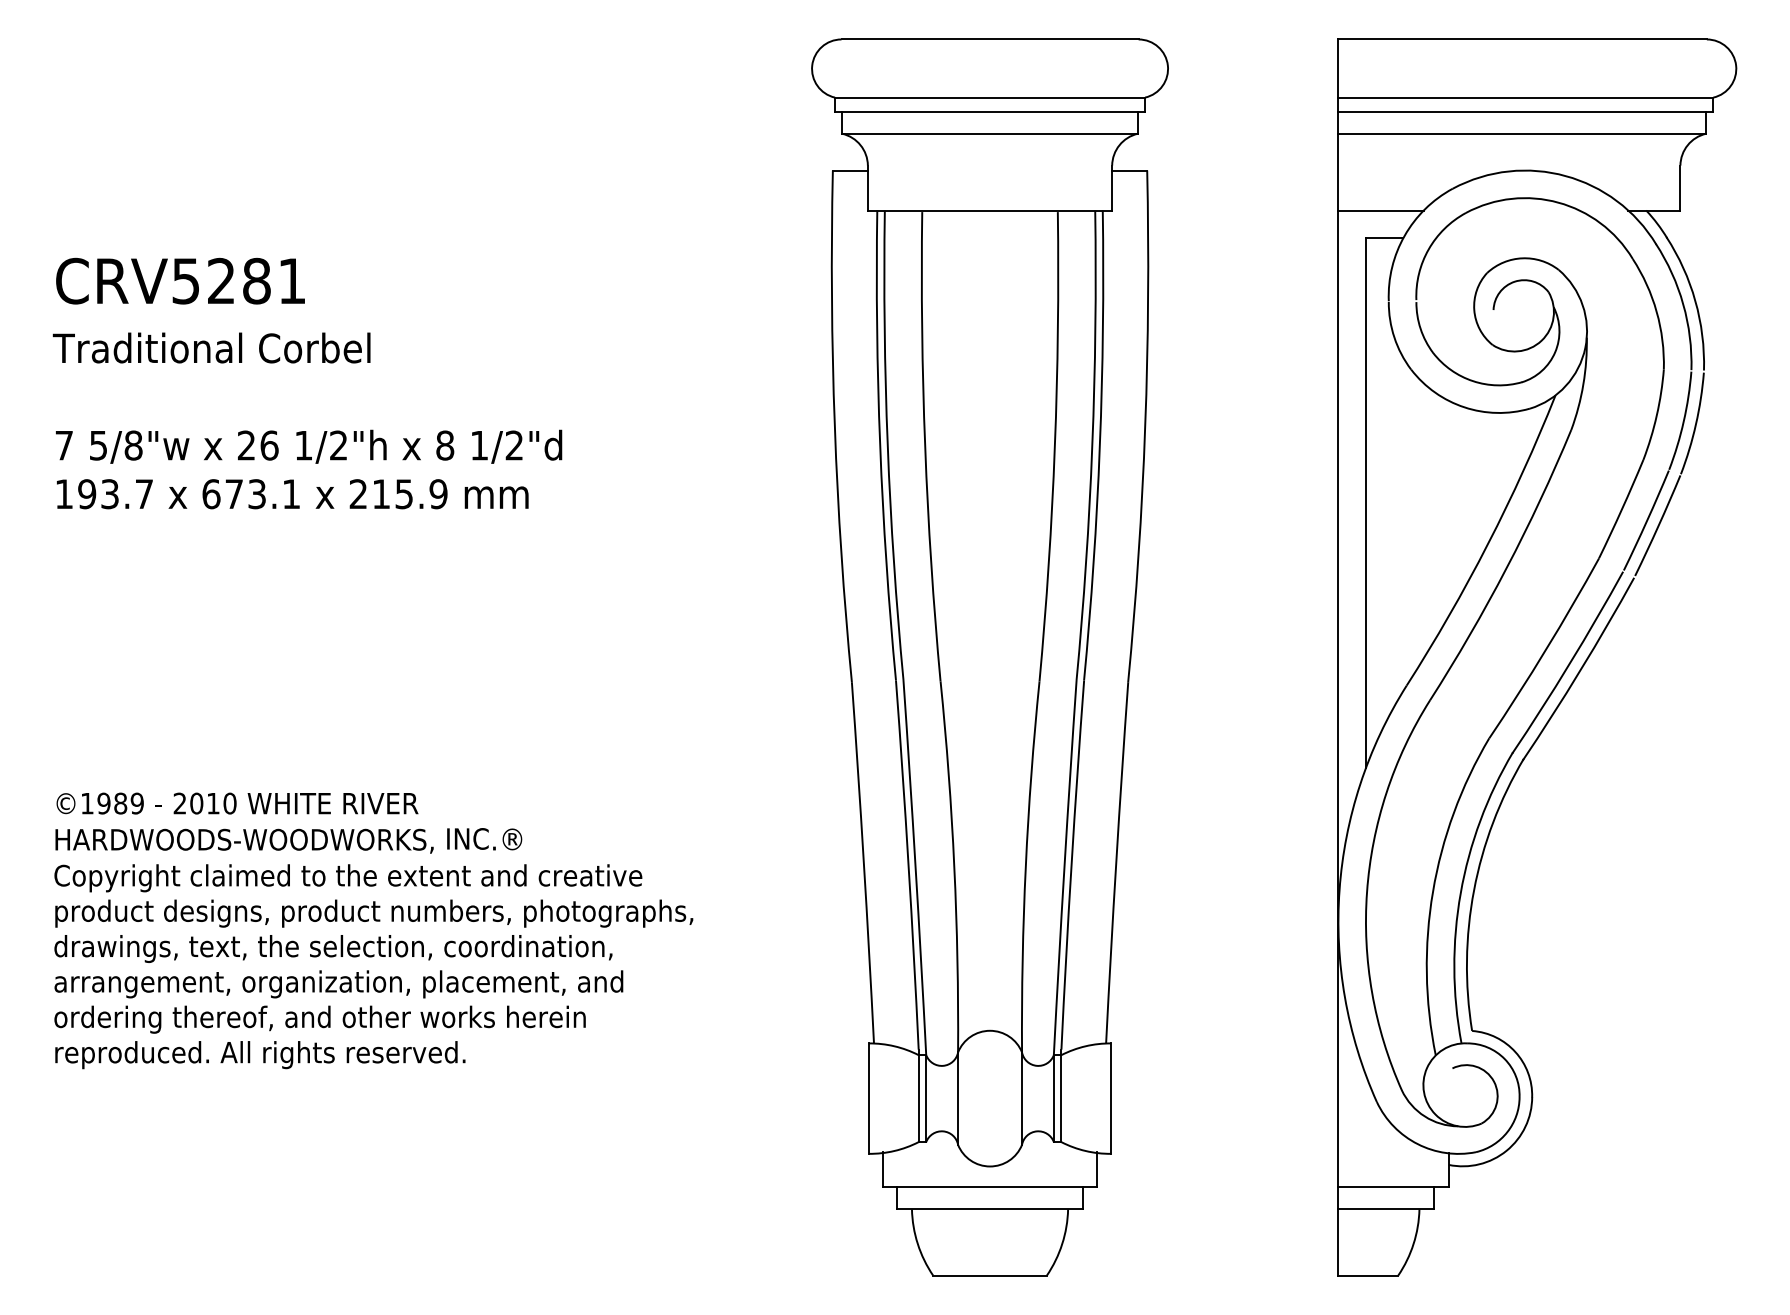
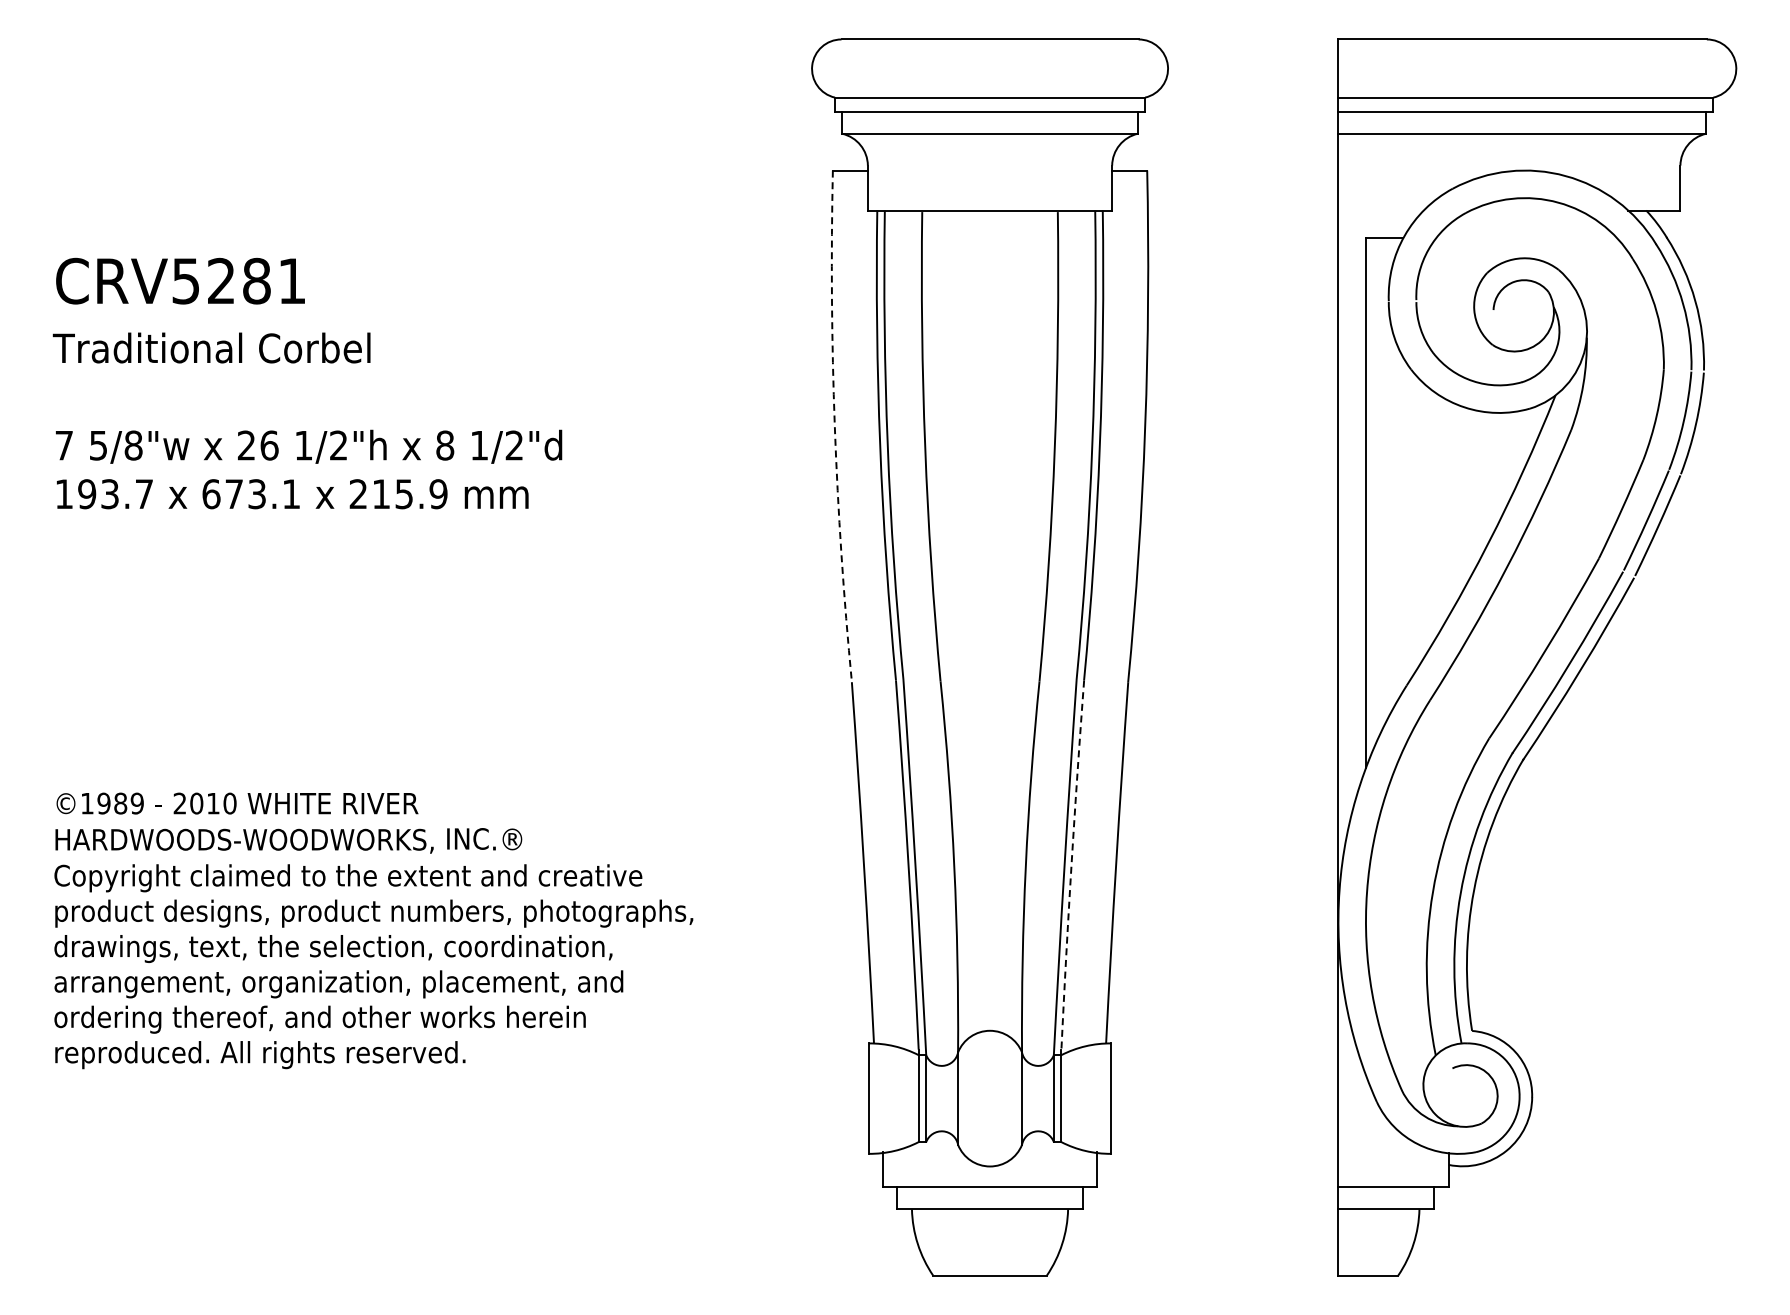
line at (1380, 210): present -> none
arc at (834, 426): solid -> dashed
arc at (1071, 865): solid -> dashed
